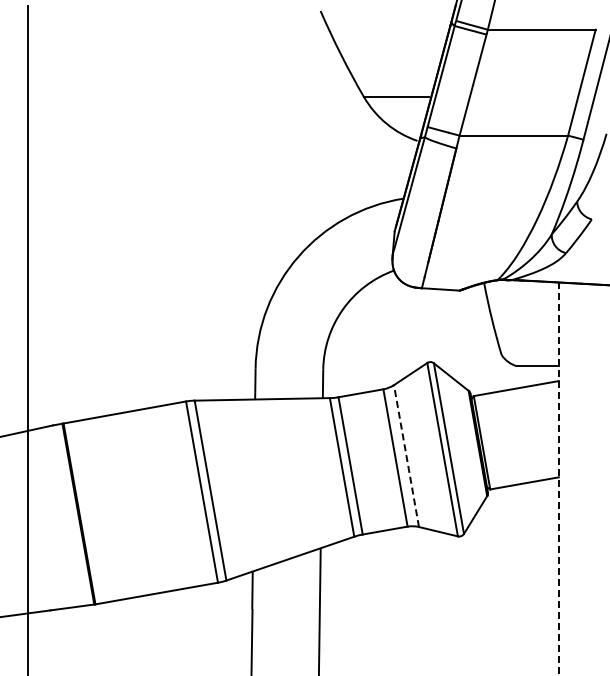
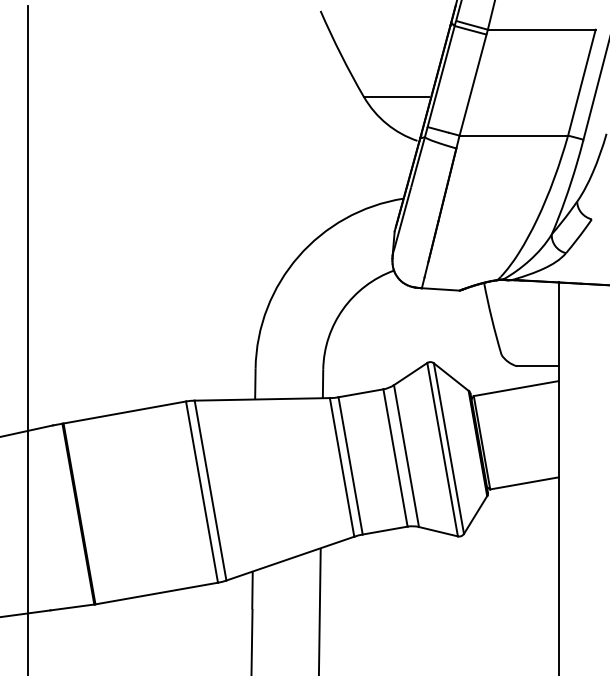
line at (406, 455): dashed -> solid
line at (558, 479): dashed -> solid
